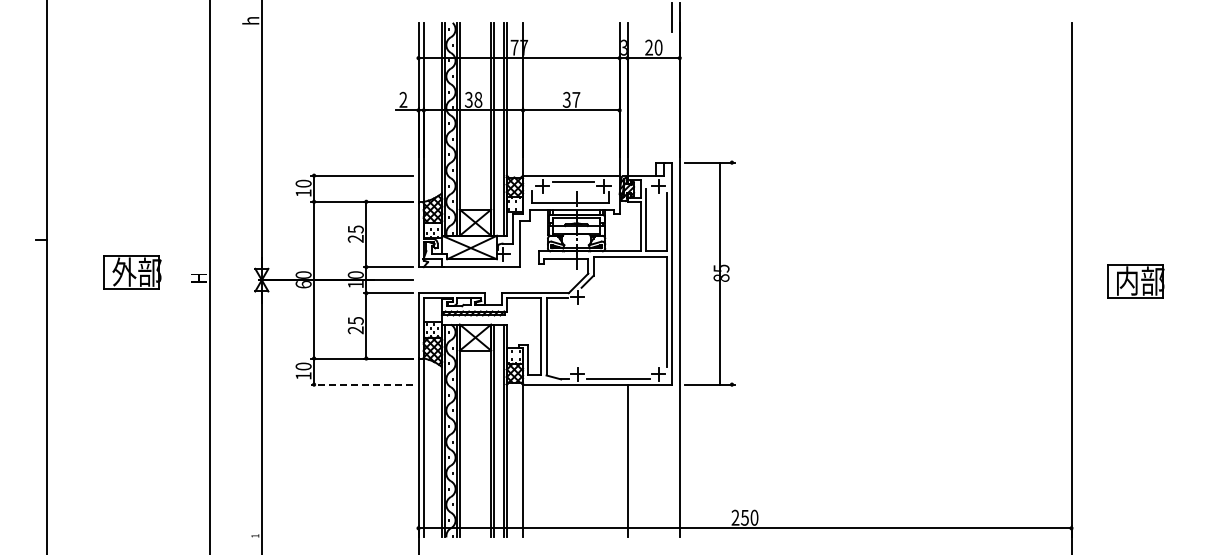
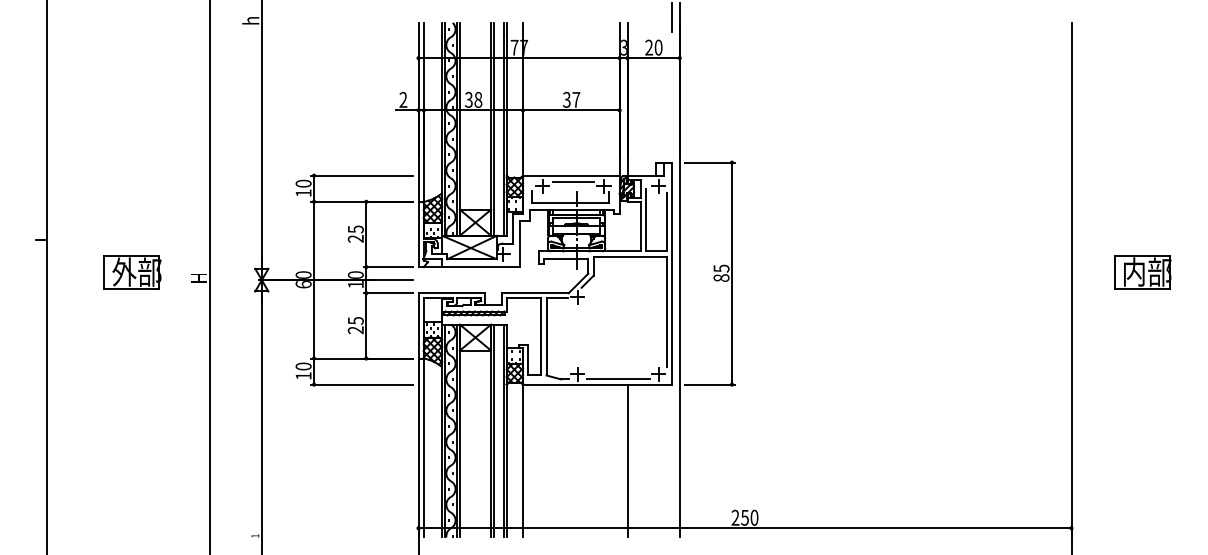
line at (719, 273) position: (719, 273) -> (731, 273)
part at (1135, 281) position: (1135, 281) -> (1142, 272)
line at (362, 384): dashed -> solid
